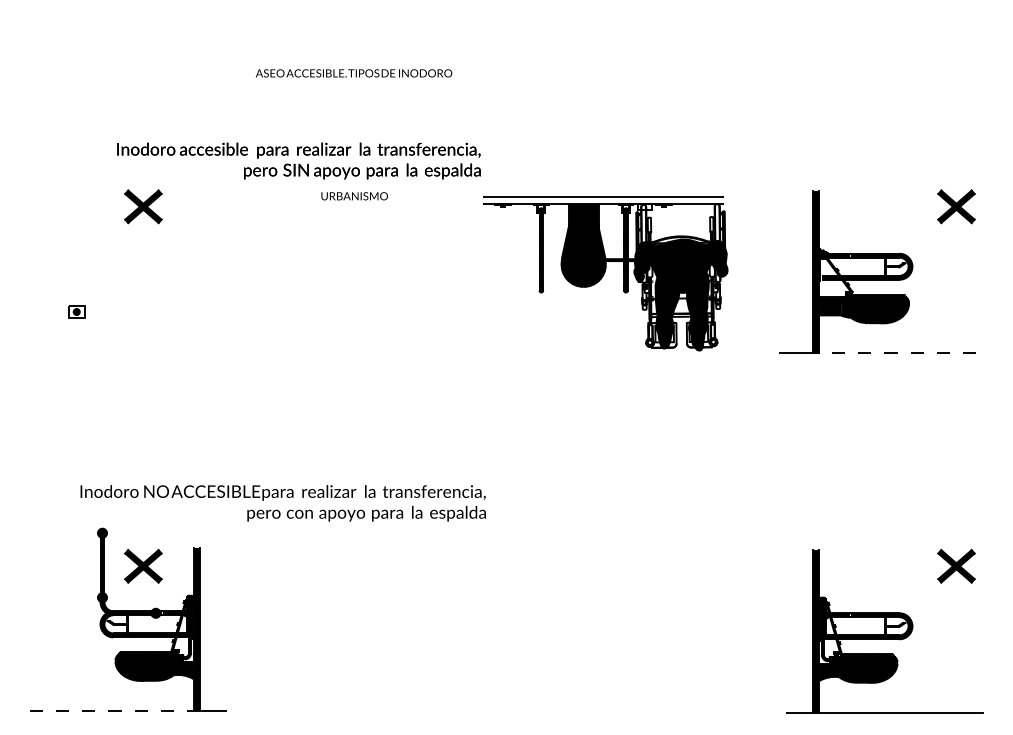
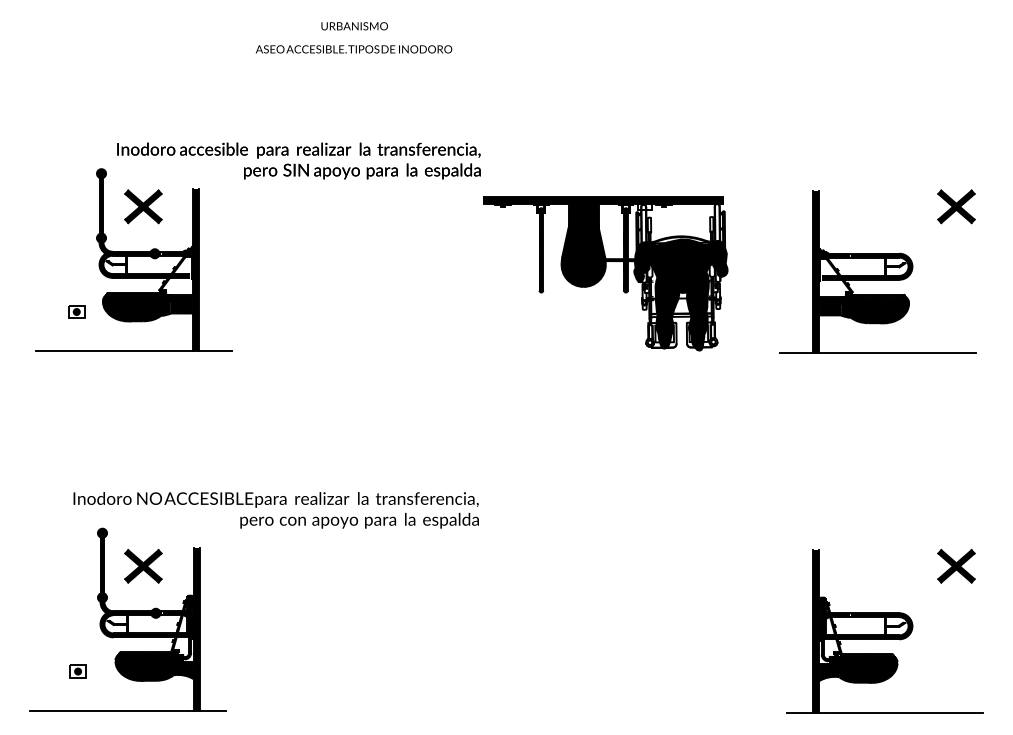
text at (353, 73) position: (353, 73) -> (353, 49)
text at (354, 196) position: (354, 196) -> (354, 26)
fill at (602, 200): none -> present
part at (133, 259): none -> present
line at (896, 353): dashed -> solid
text at (282, 503) position: (282, 503) -> (275, 510)
part at (77, 671): none -> present
line at (108, 710): dashed -> solid
